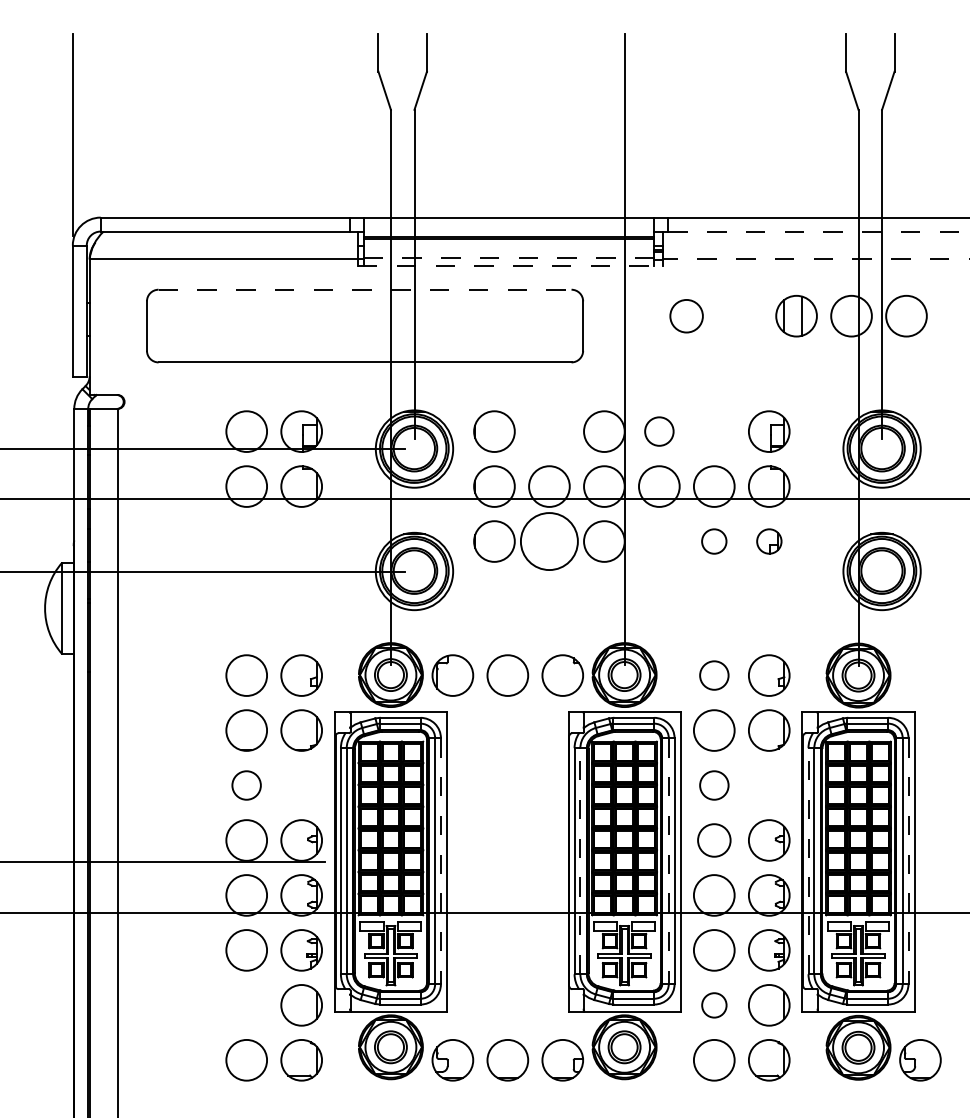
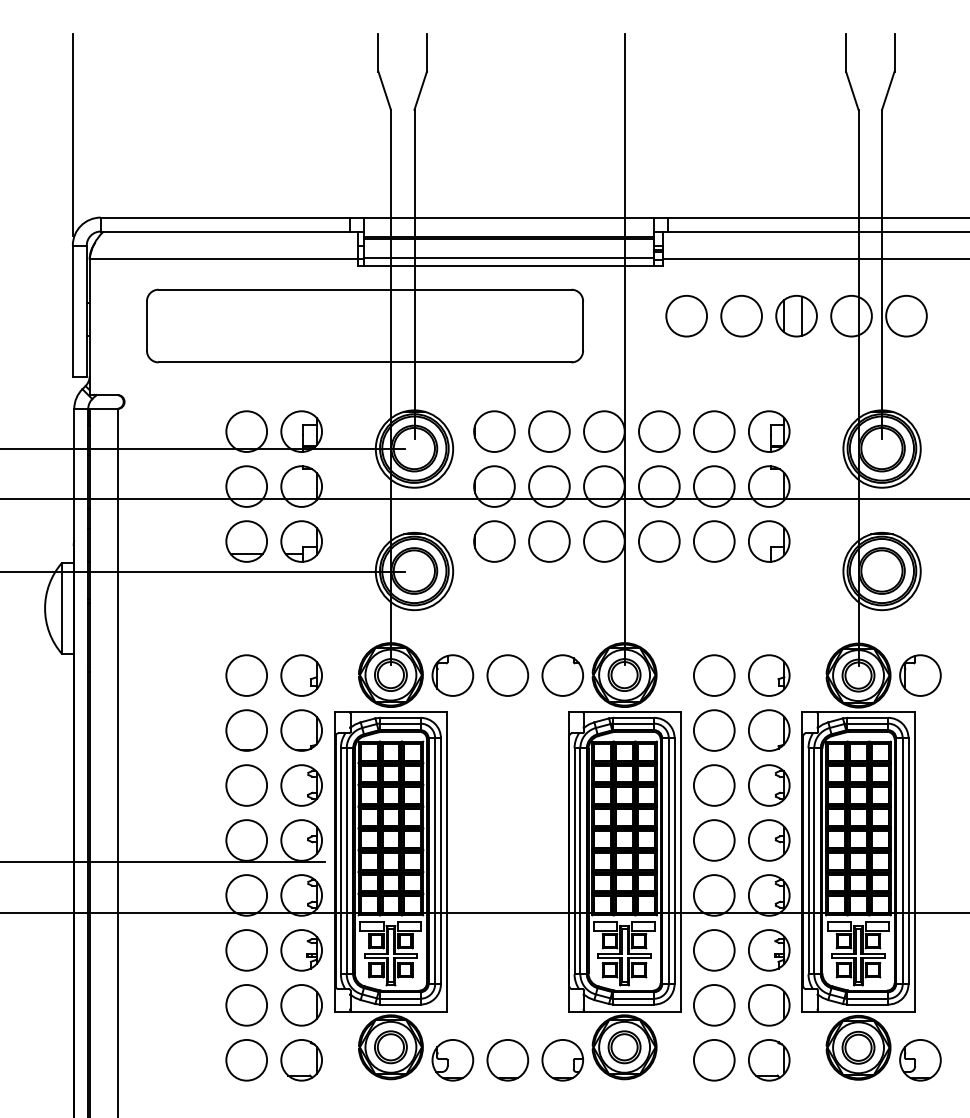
line at (819, 231): dashed -> solid
line at (508, 258): dashed -> solid
line at (815, 259): dashed -> solid
line at (510, 265): dashed -> solid
line at (365, 289): dashed -> solid
circle at (686, 316) size: 35x35 px -> 43x43 px
circle at (741, 316): none -> present
circle at (549, 431): none -> present
circle at (659, 431) size: 31x31 px -> 43x43 px
circle at (714, 431): none -> present
part at (246, 541): none -> present
part at (301, 541): none -> present
circle at (548, 541) diameter: 57 px -> 41 px
circle at (659, 541): none -> present
circle at (714, 541) diameter: 24 px -> 41 px
part at (769, 541) size: 27x27 px -> 43x43 px
circle at (714, 675) size: 31x31 px -> 43x43 px
part at (920, 675): none -> present
circle at (246, 785) size: 31x31 px -> 43x43 px
part at (301, 785): none -> present
circle at (714, 785) size: 31x31 px -> 43x43 px
part at (769, 785): none -> present
circle at (714, 840) size: 35x35 px -> 43x43 px
line at (580, 860): dashed -> solid
line at (808, 860): dashed -> solid
line at (440, 861): dashed -> solid
line at (668, 861): dashed -> solid
line at (908, 861): dashed -> solid
circle at (246, 1005): none -> present
circle at (714, 1005) size: 27x27 px -> 43x43 px
